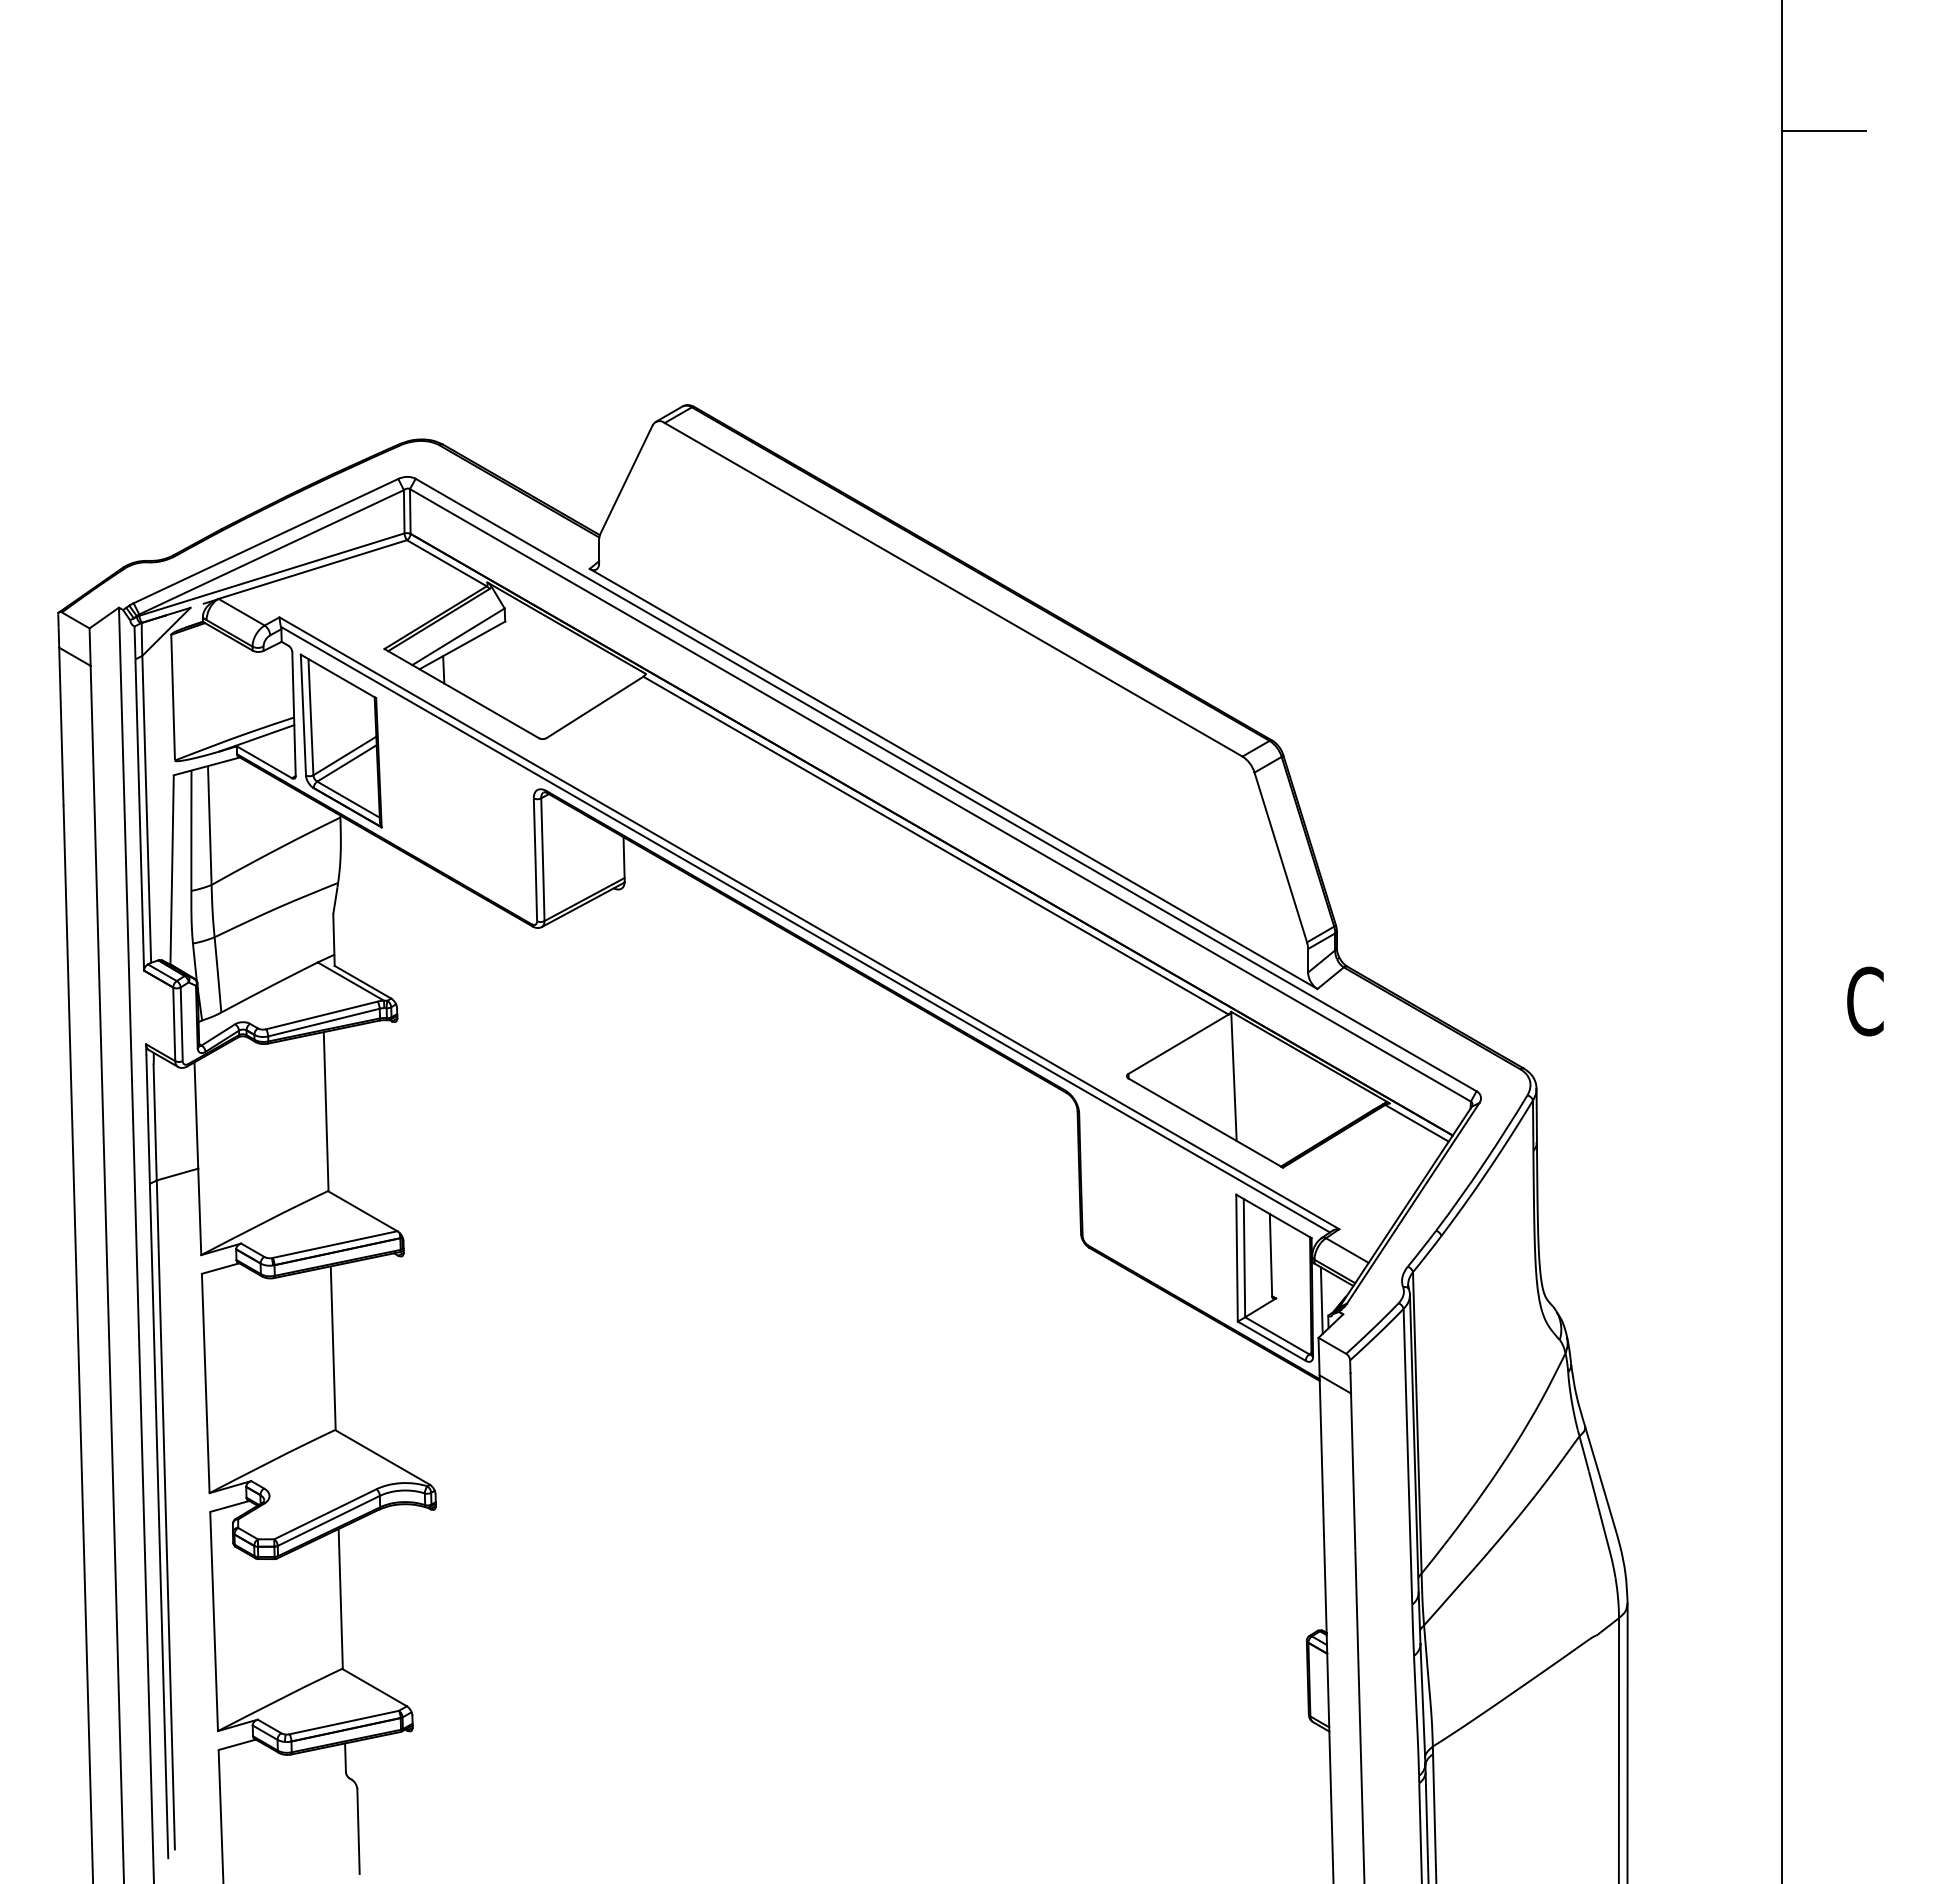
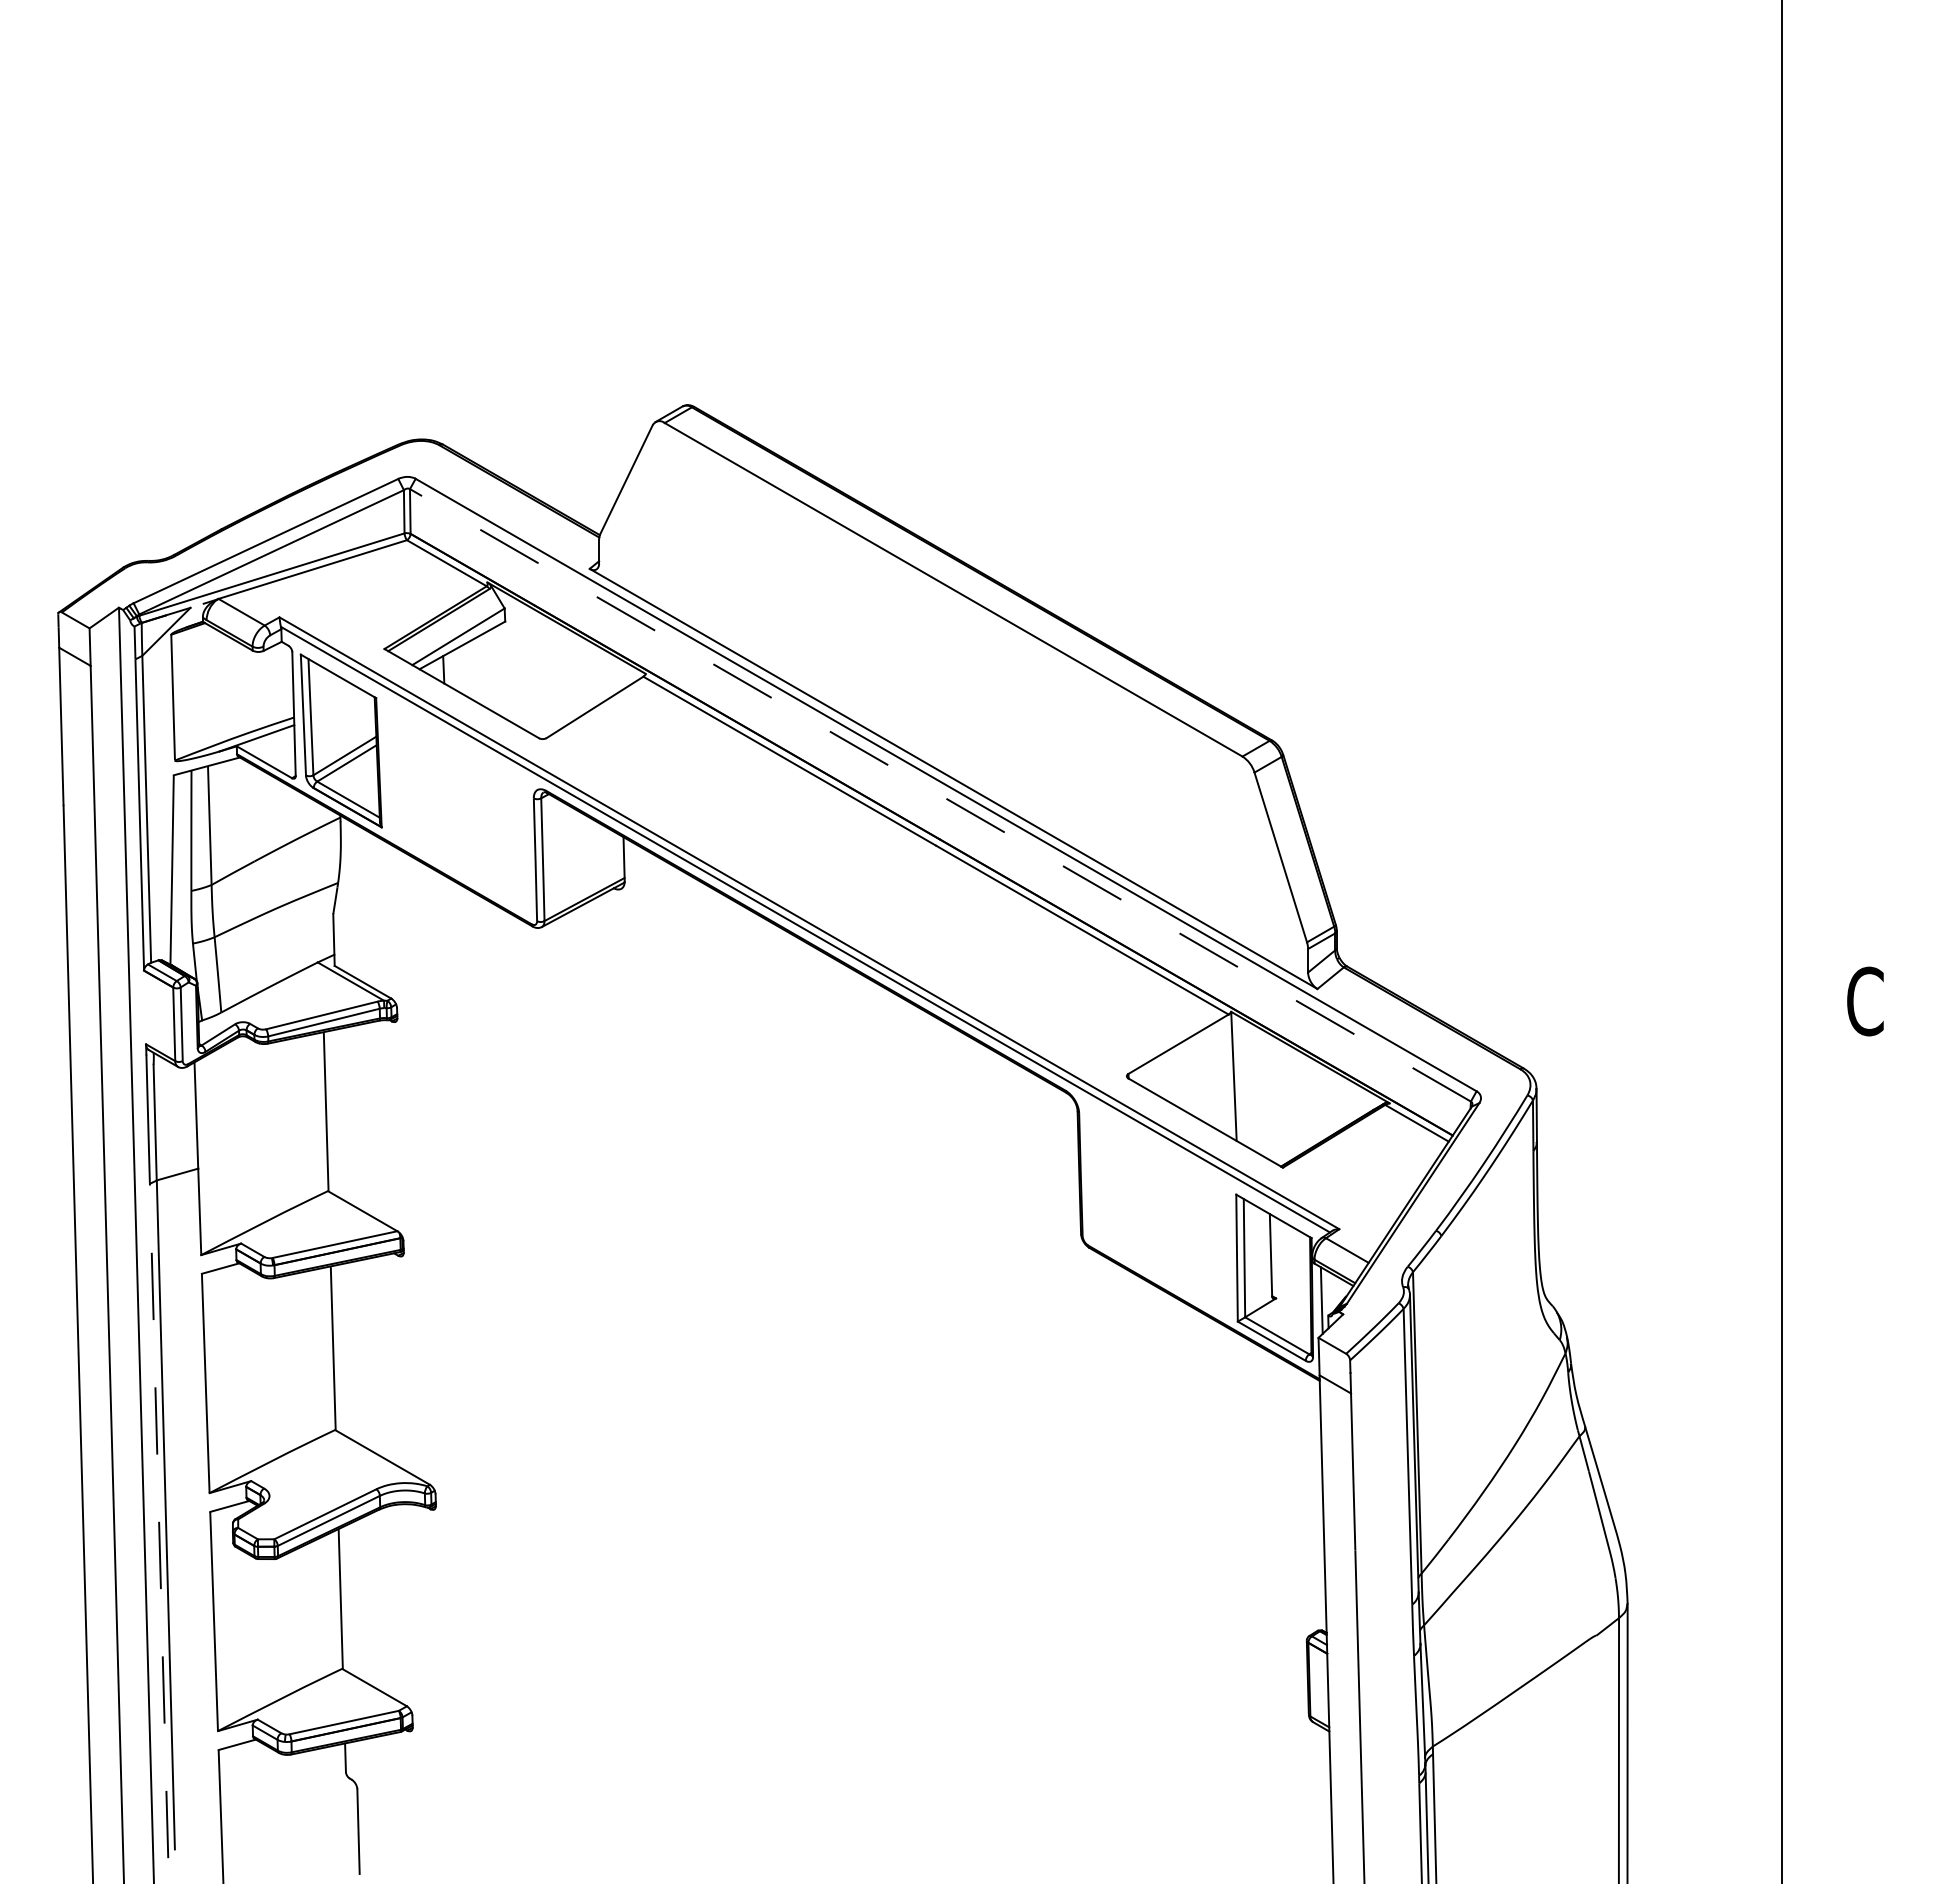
line at (1823, 130): present -> none
line at (940, 795): solid -> dashed
line at (159, 1520): solid -> dashed
